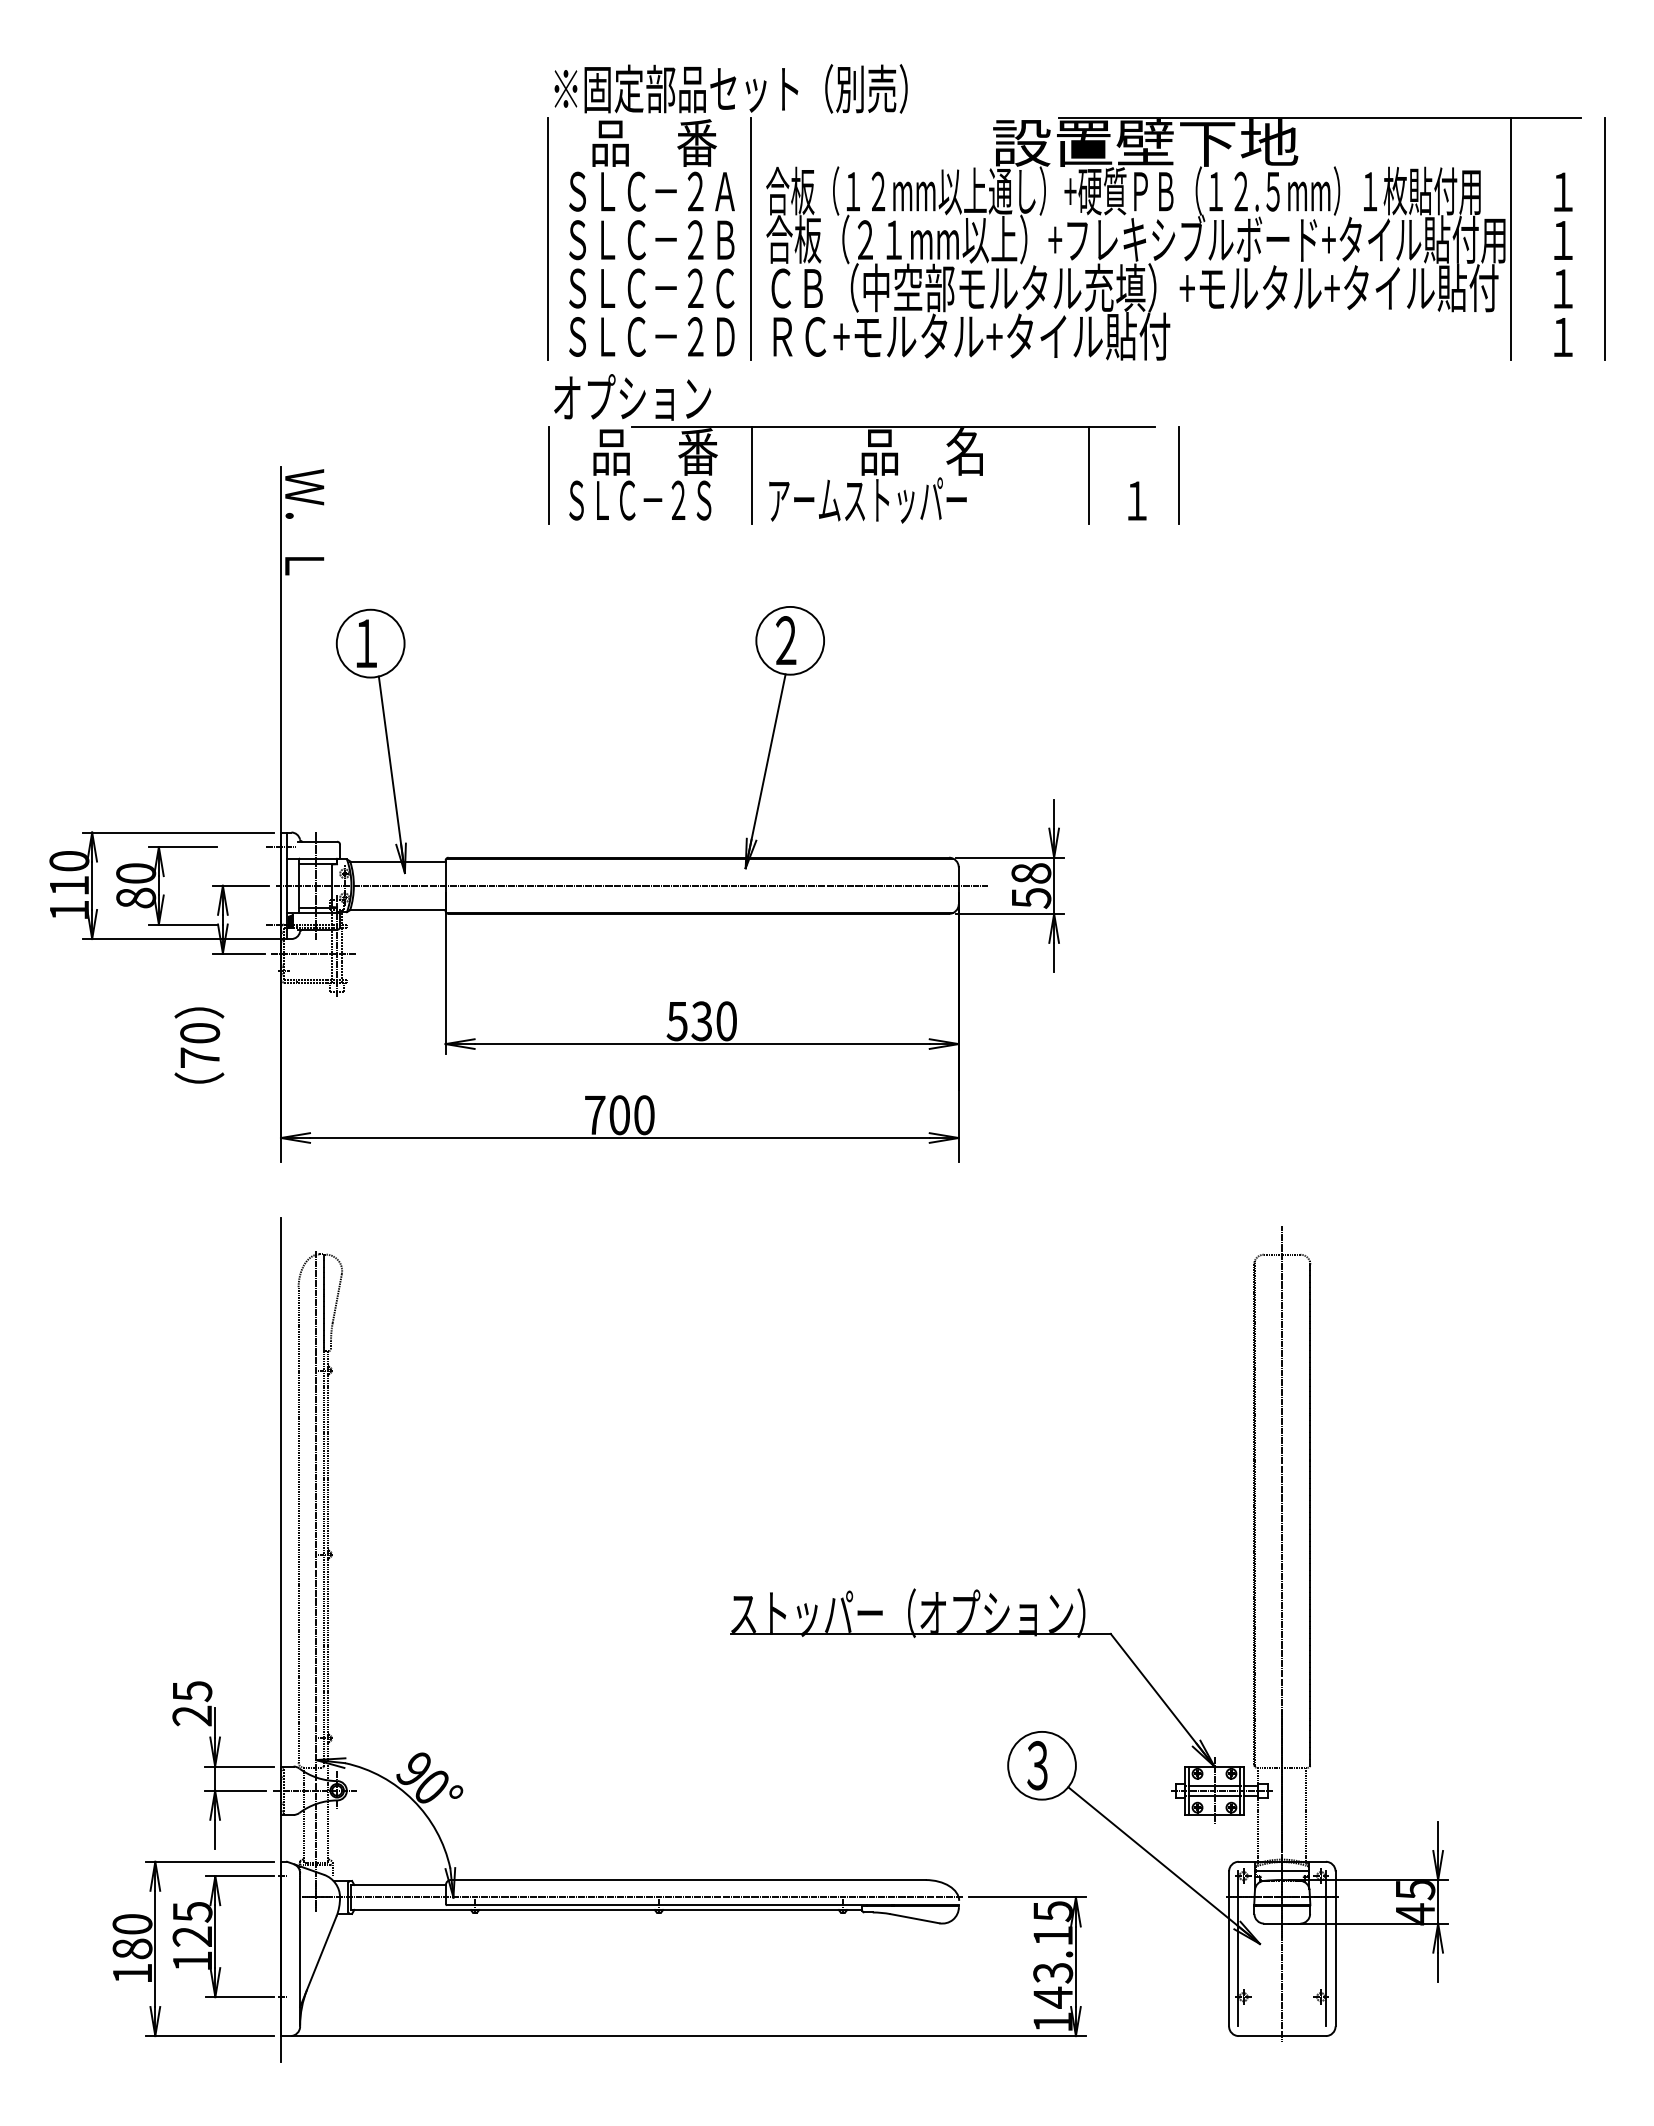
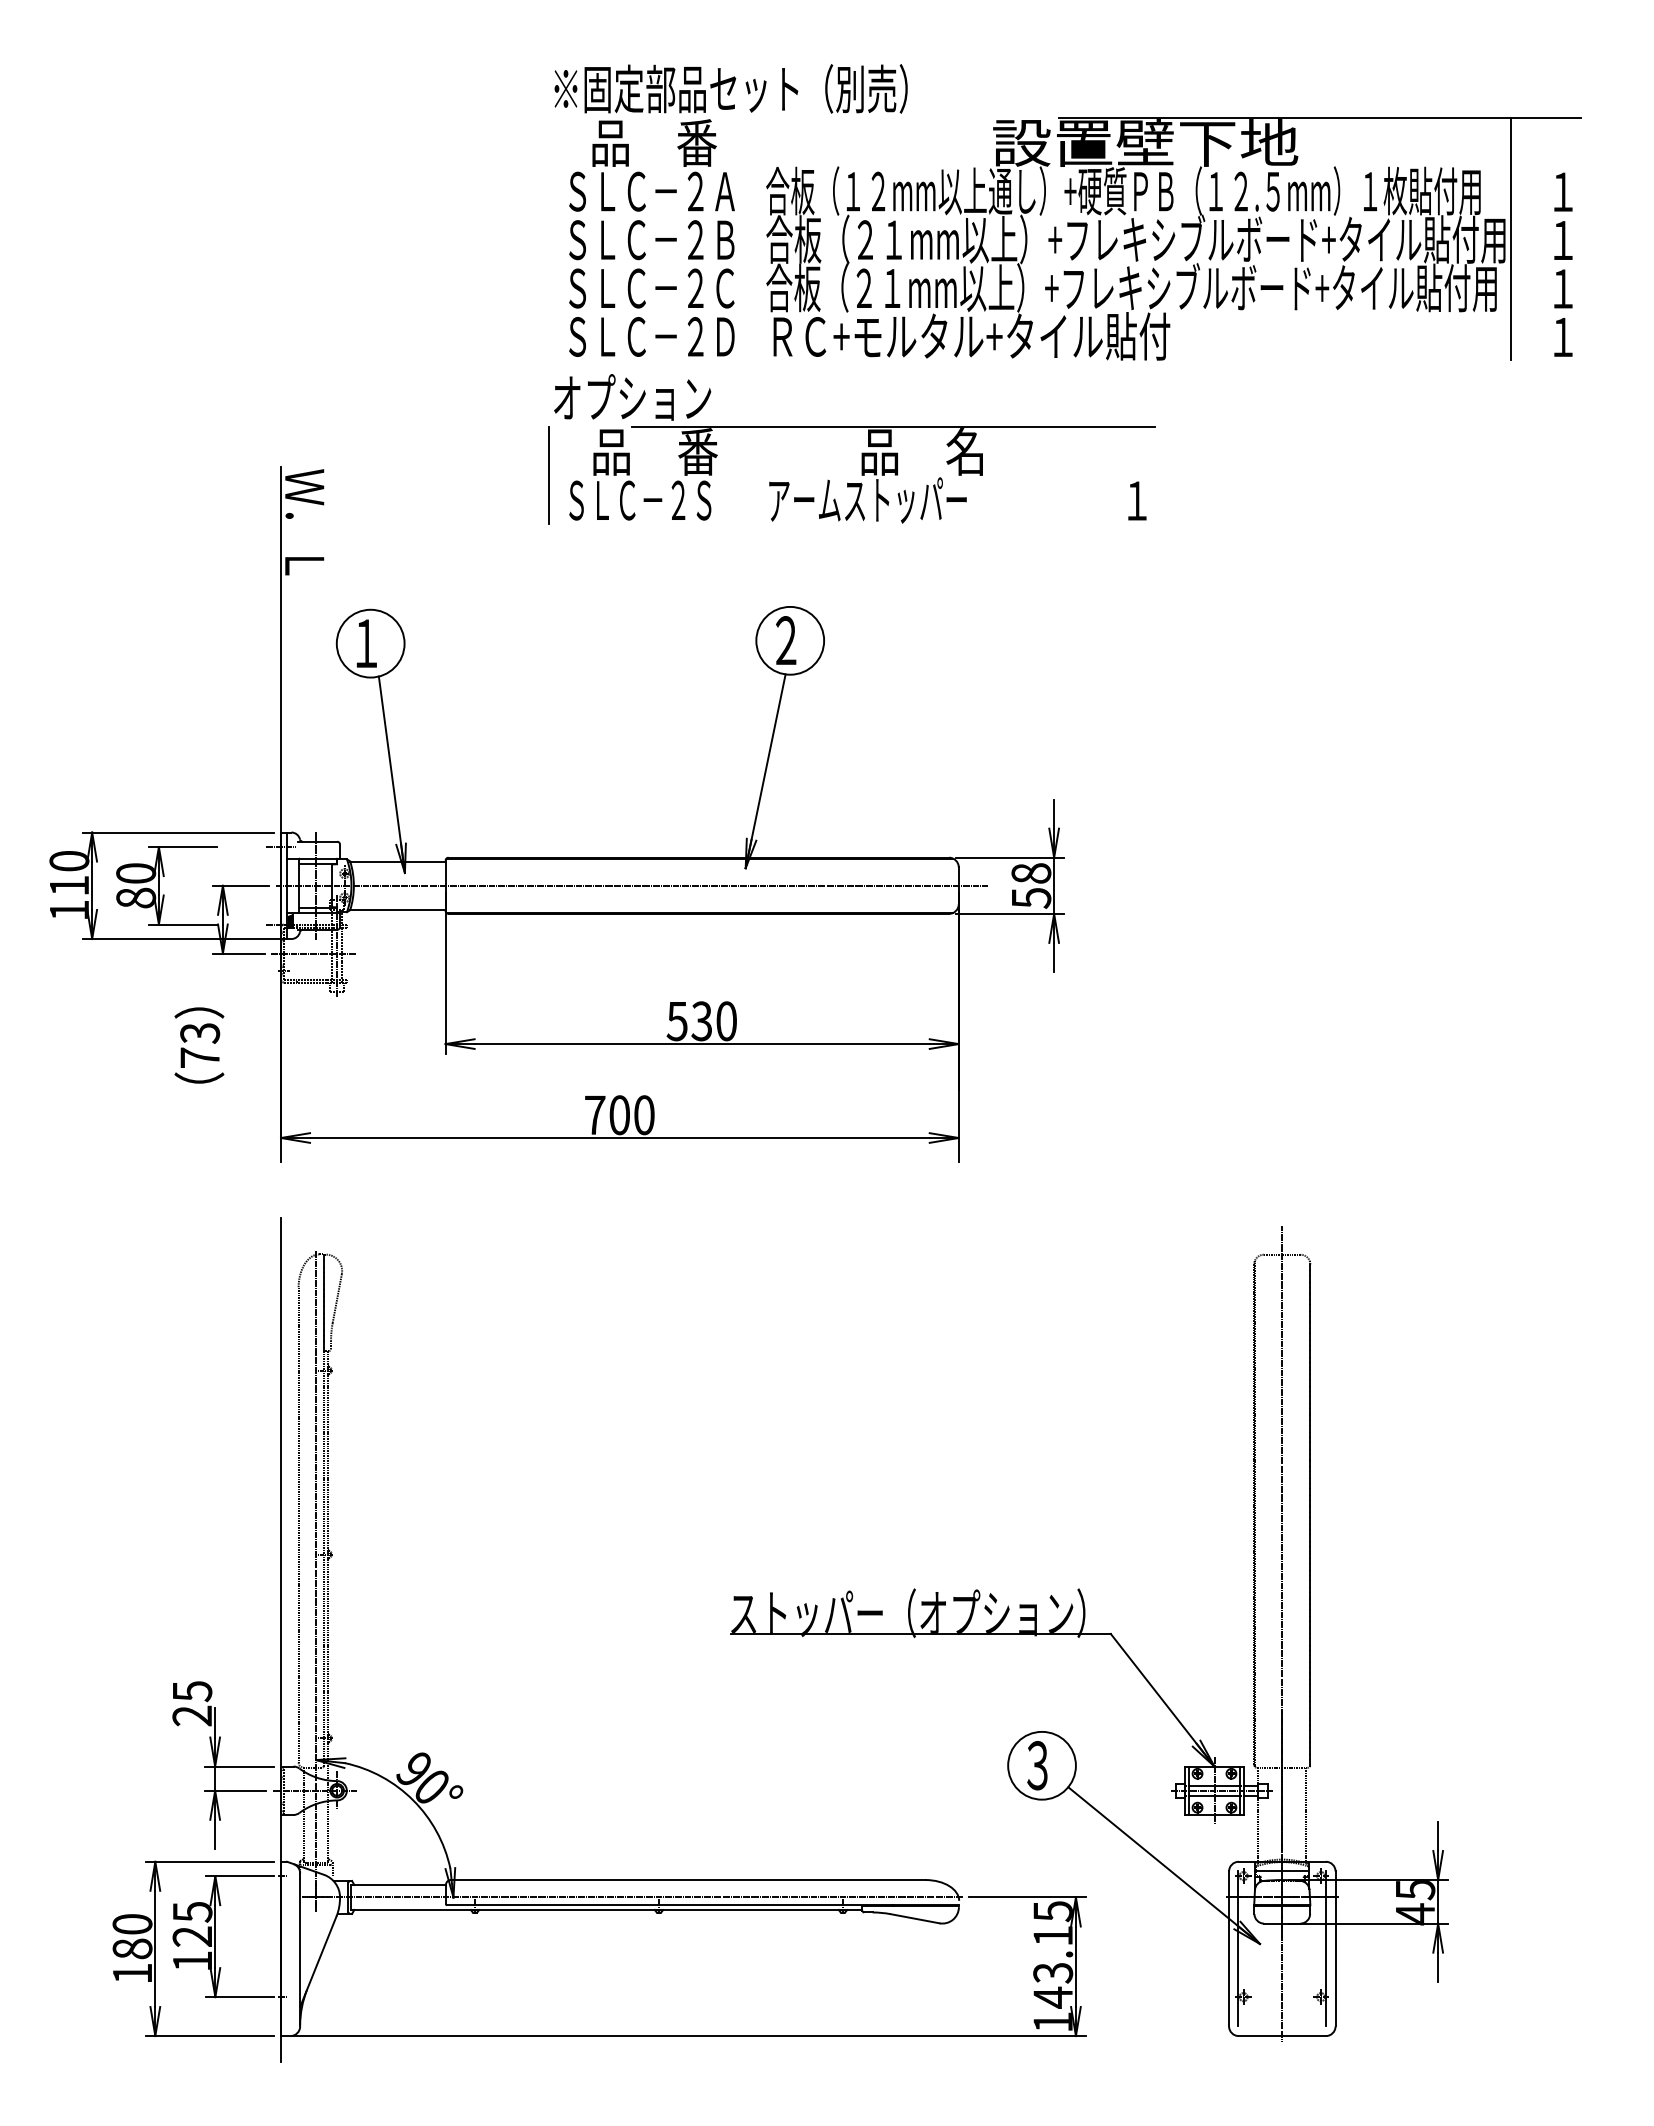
line at (547, 238): present -> none
line at (750, 238): present -> none
line at (1604, 238): present -> none
text at (1132, 287): ＣＢ（中空部モルタル充填）+モルタル+タイル貼付 -> 合板（２１mm以上）+フレキシブルボード+タイル貼付用
line at (751, 474): present -> none
line at (1088, 474): present -> none
line at (1178, 475): present -> none
text at (200, 1033): 70 -> 73
